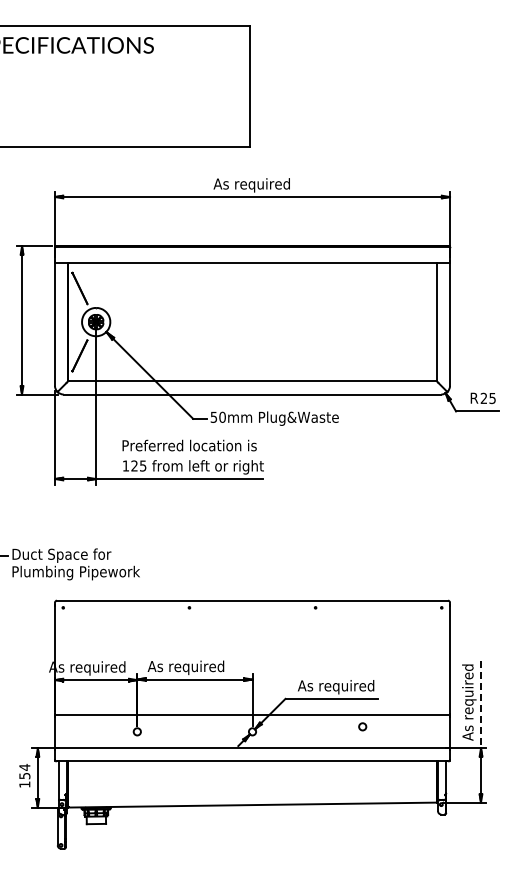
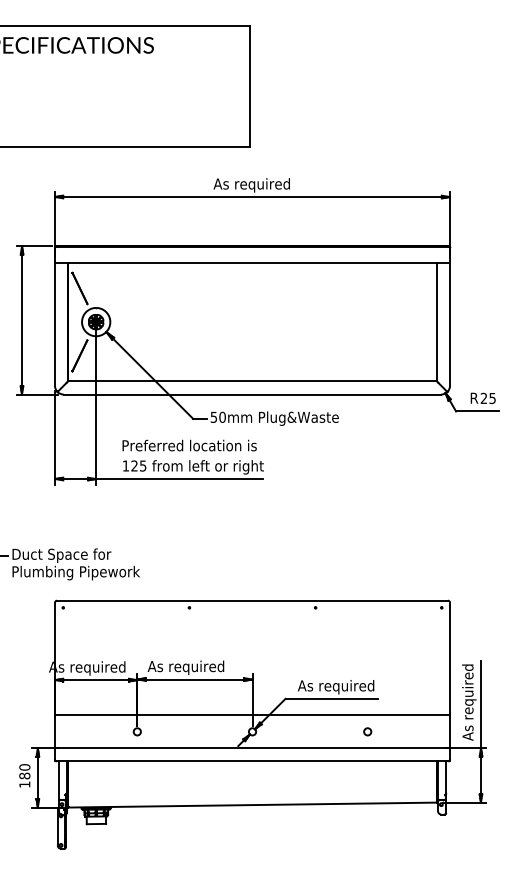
line at (481, 704): dashed -> solid
circle at (362, 726) position: (362, 726) -> (367, 731)
text at (24, 771): 154 -> 180
